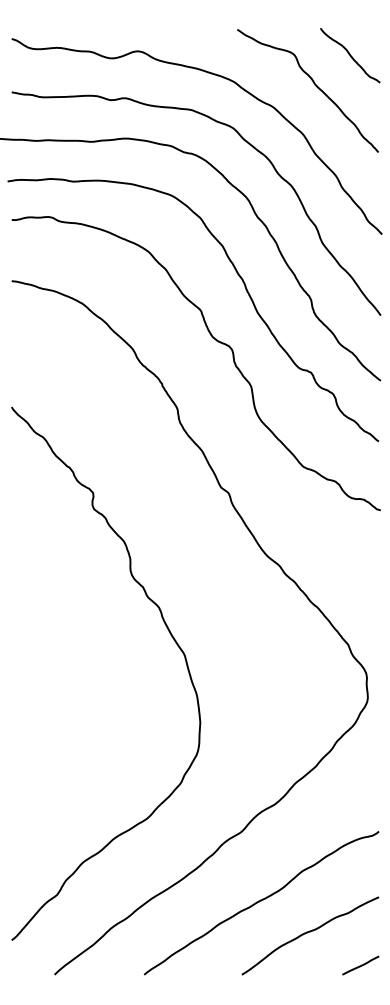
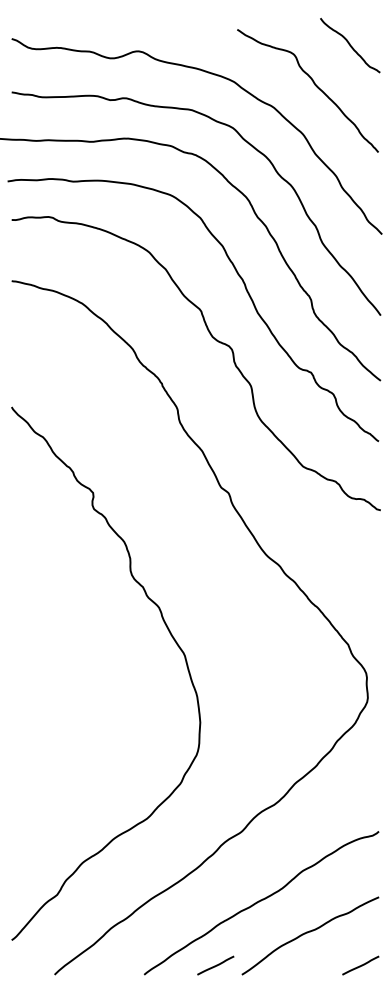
curve at (350, 55) position: (350, 55) -> (350, 45)
line at (215, 965): none -> present
